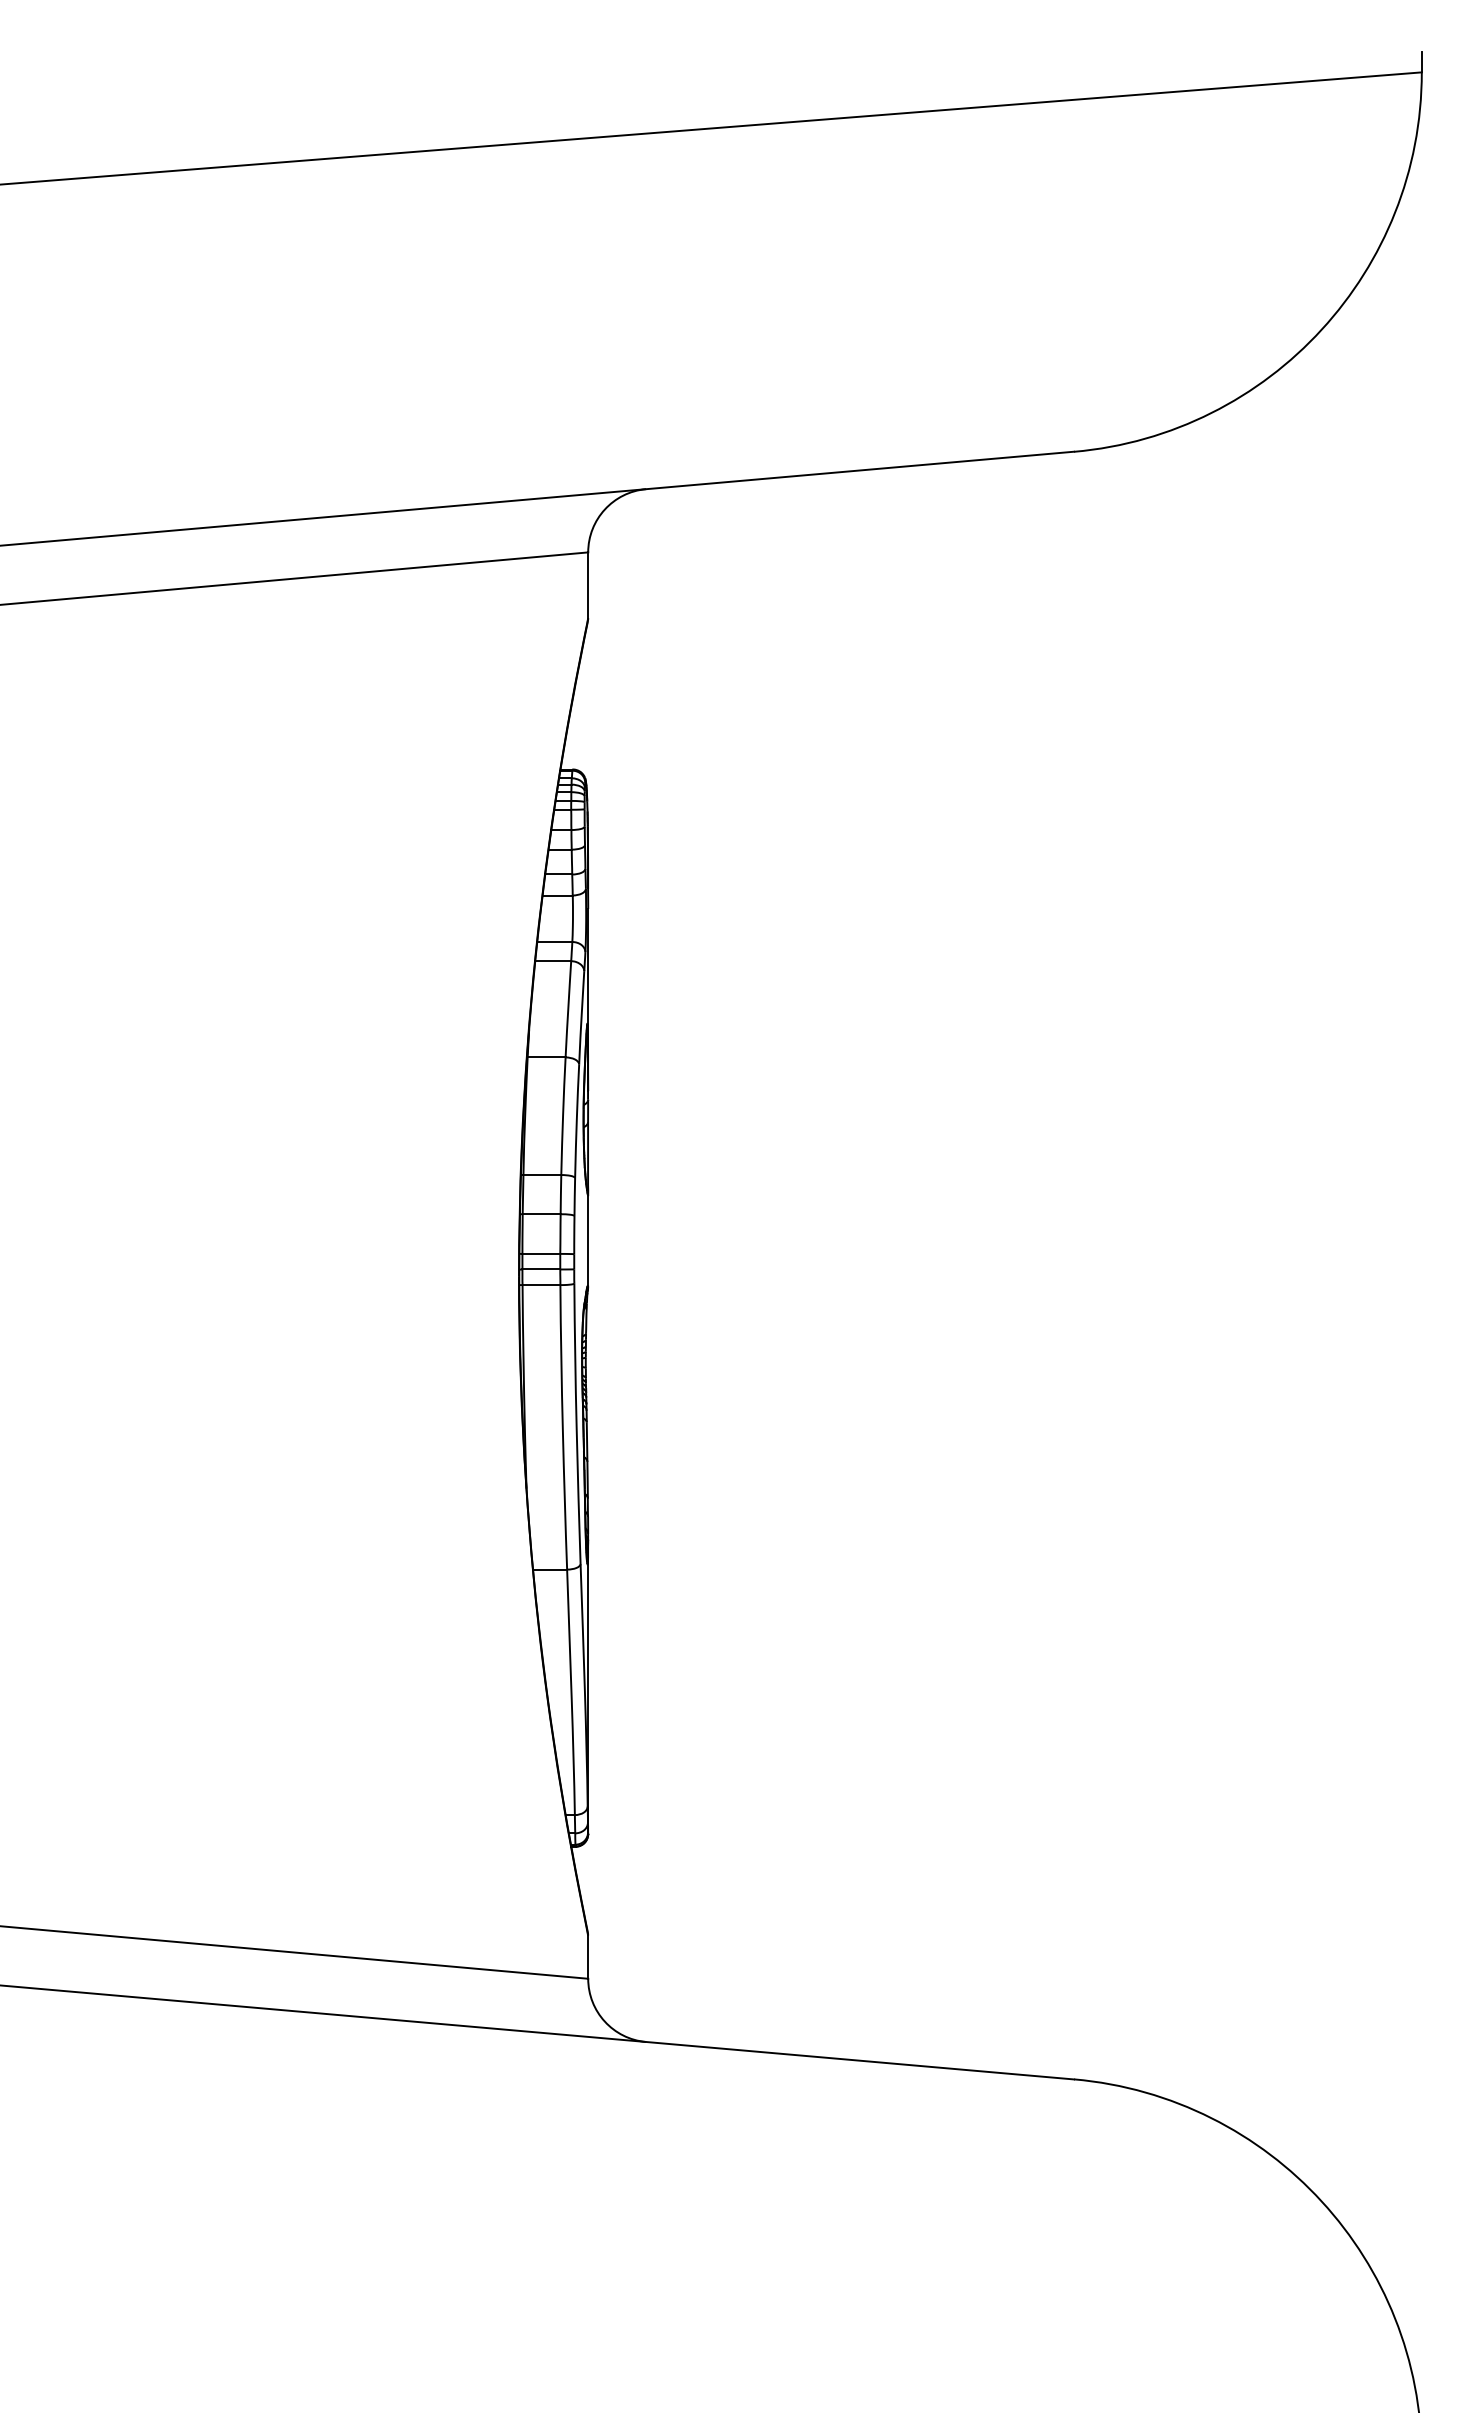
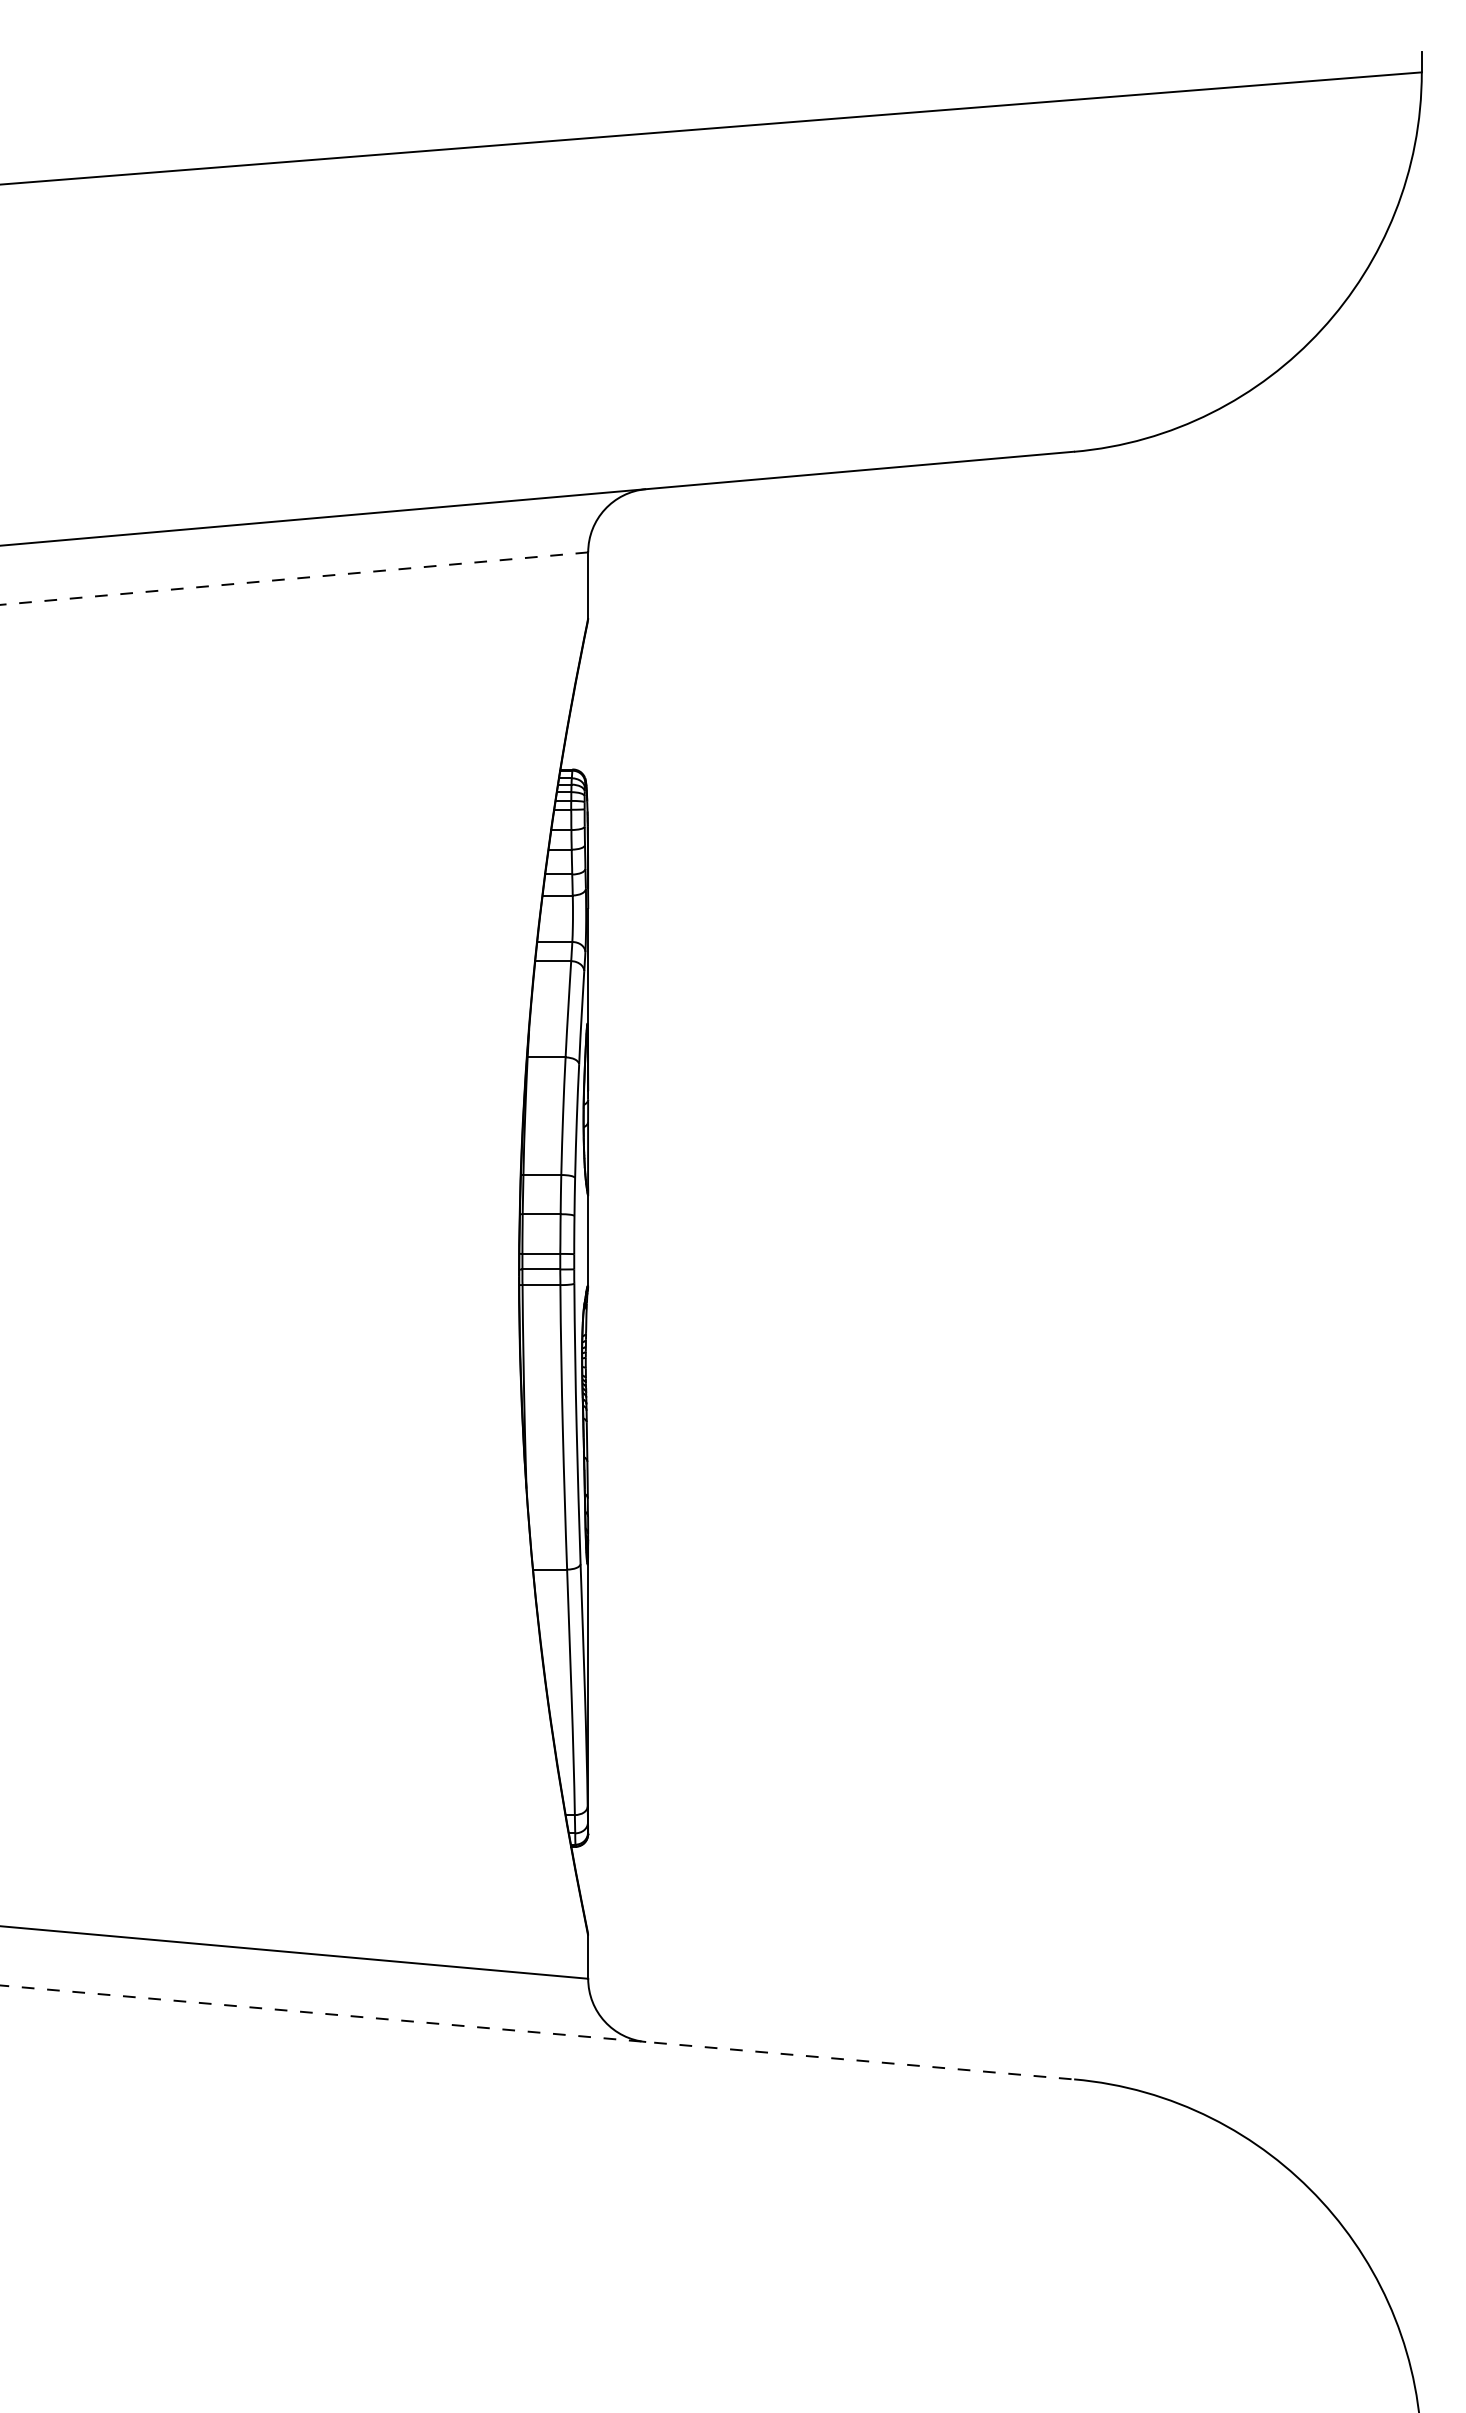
line at (294, 578): solid -> dashed
line at (537, 2032): solid -> dashed
